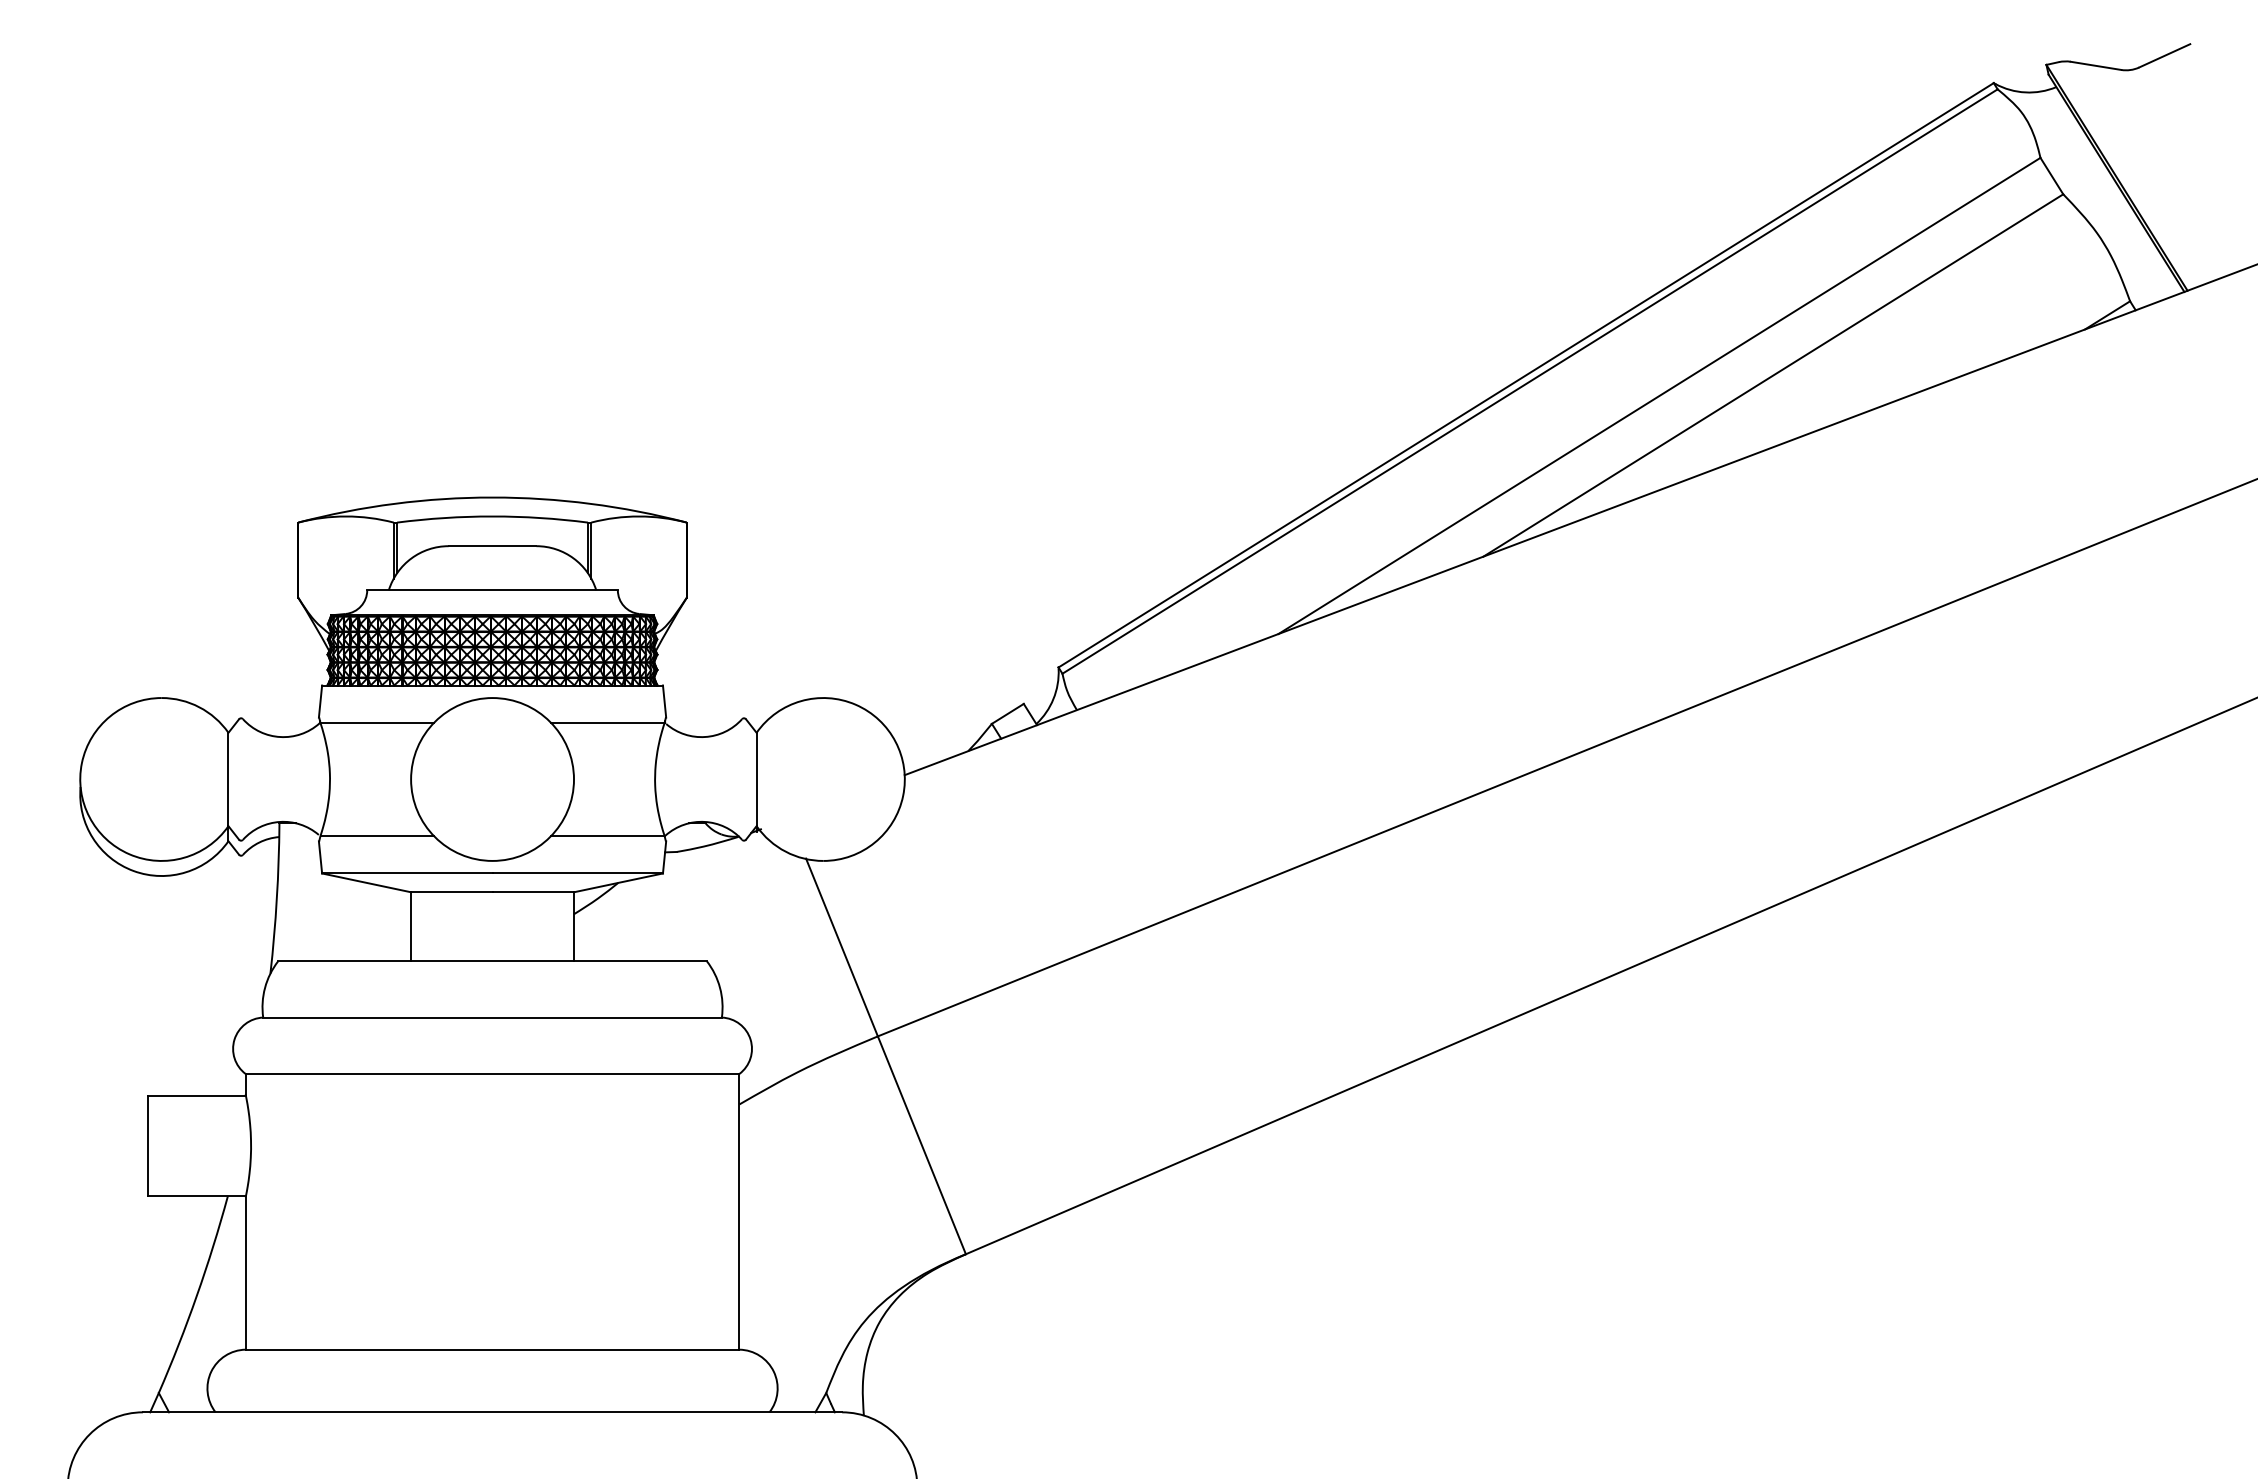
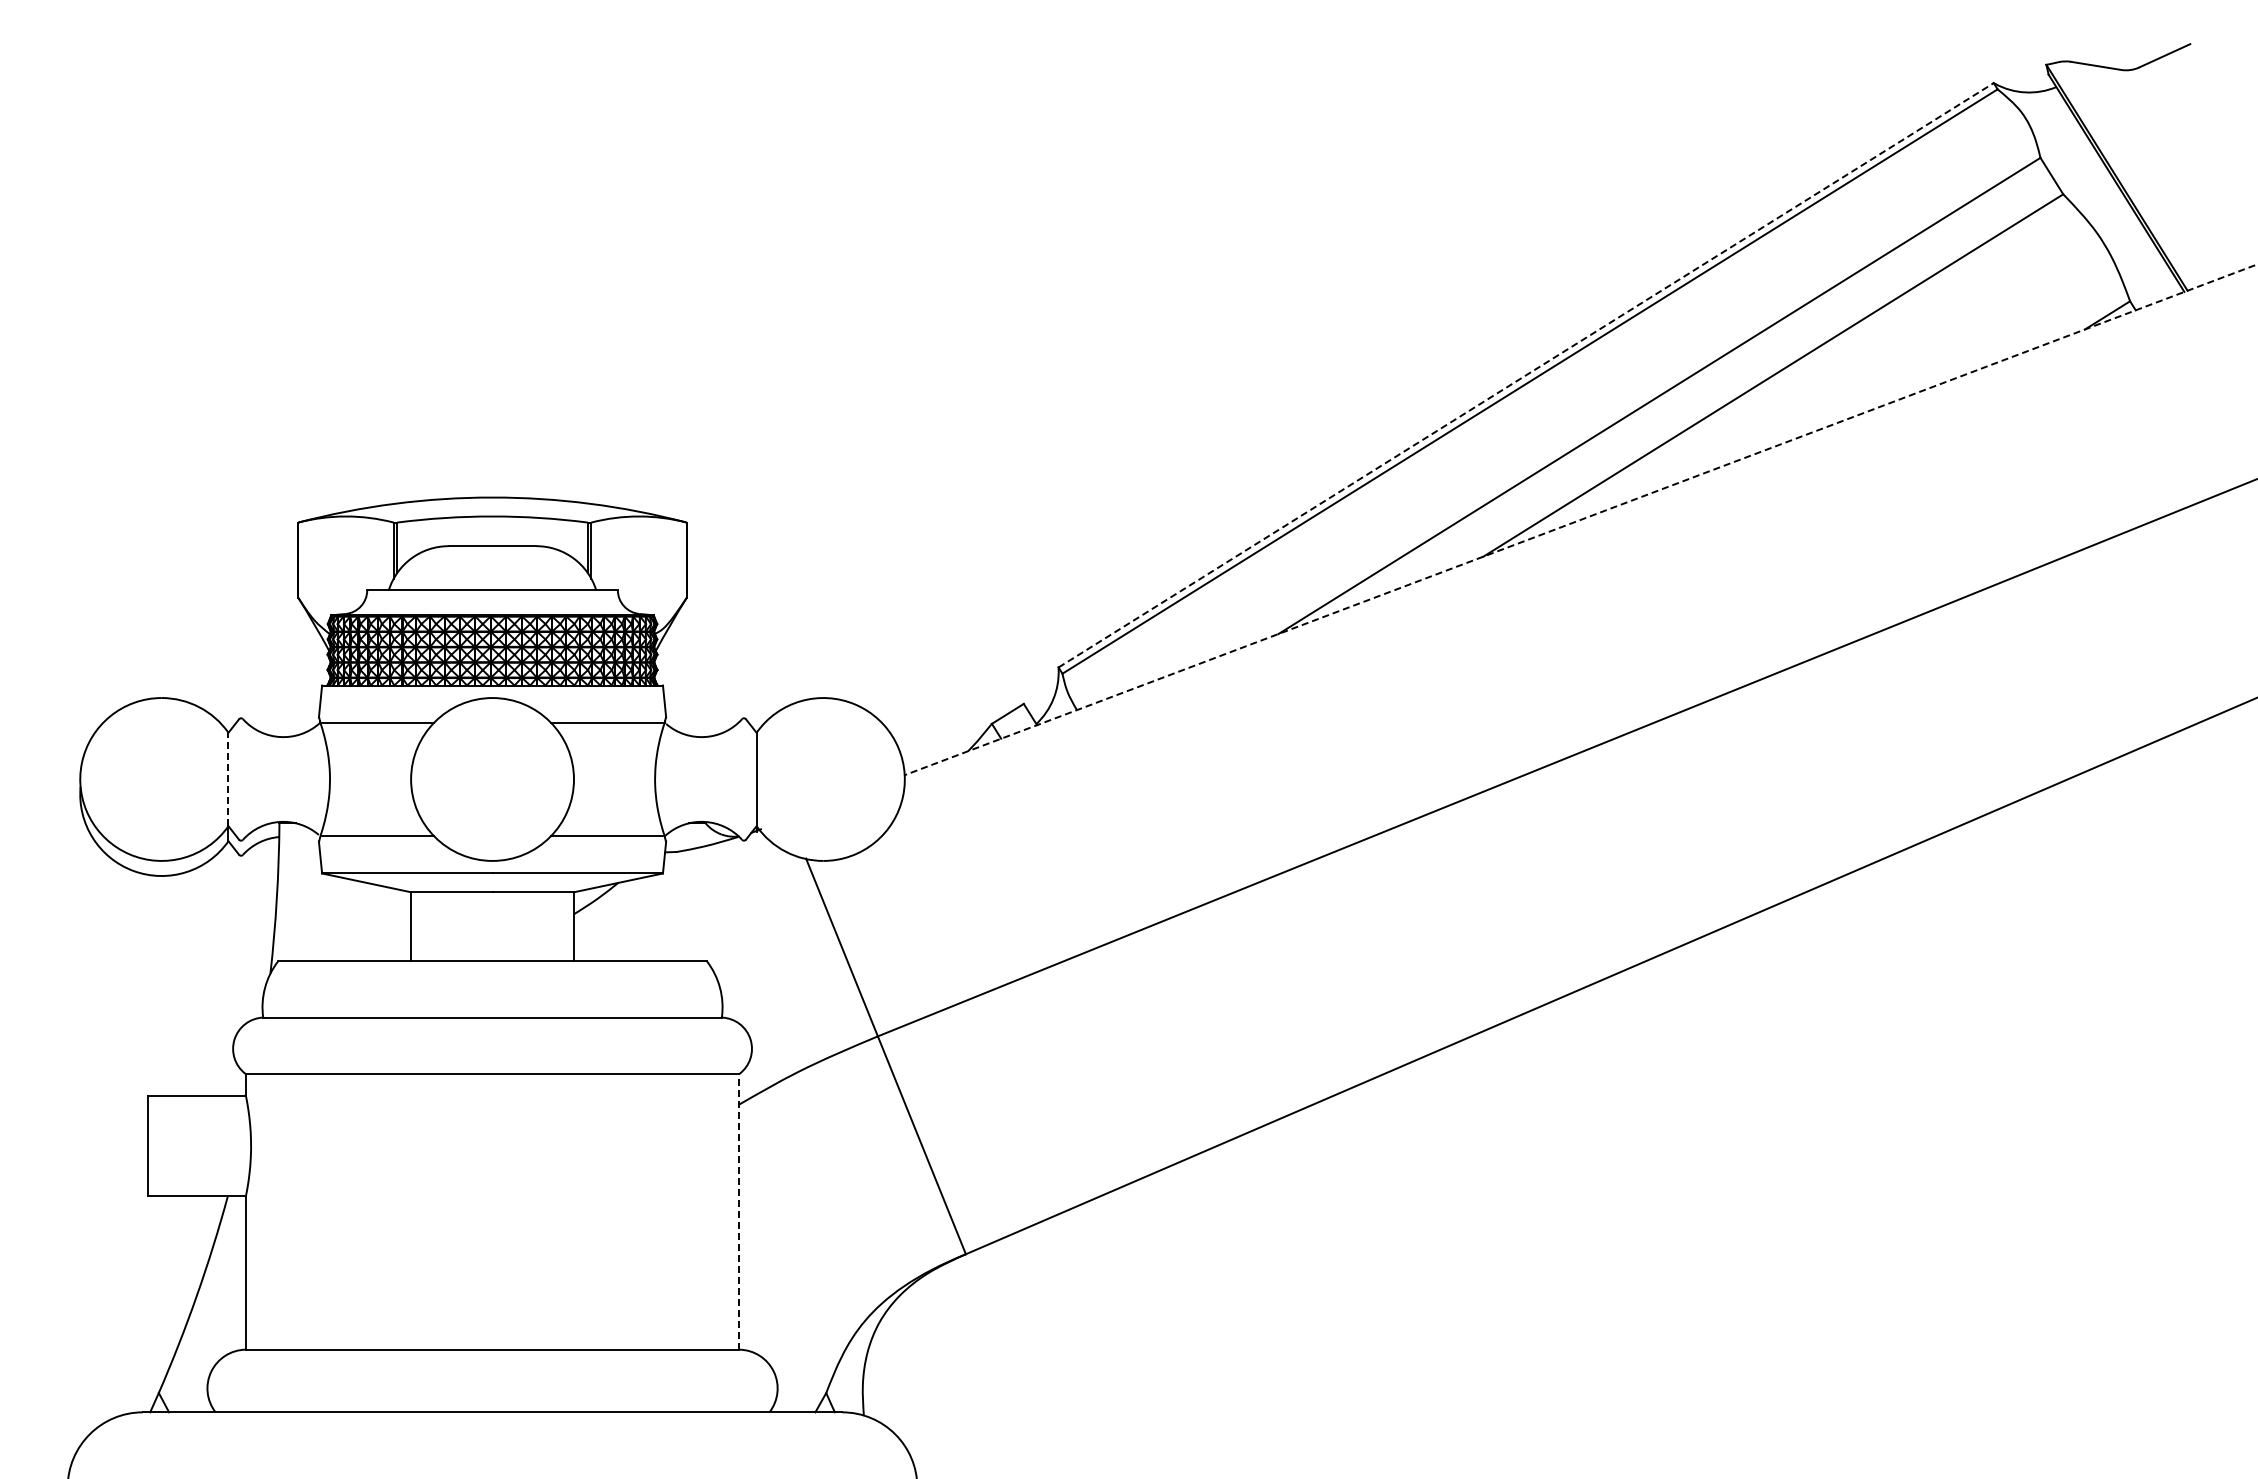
line at (1526, 375): solid -> dashed
line at (1580, 519): solid -> dashed
line at (228, 779): solid -> dashed
line at (739, 1211): solid -> dashed
